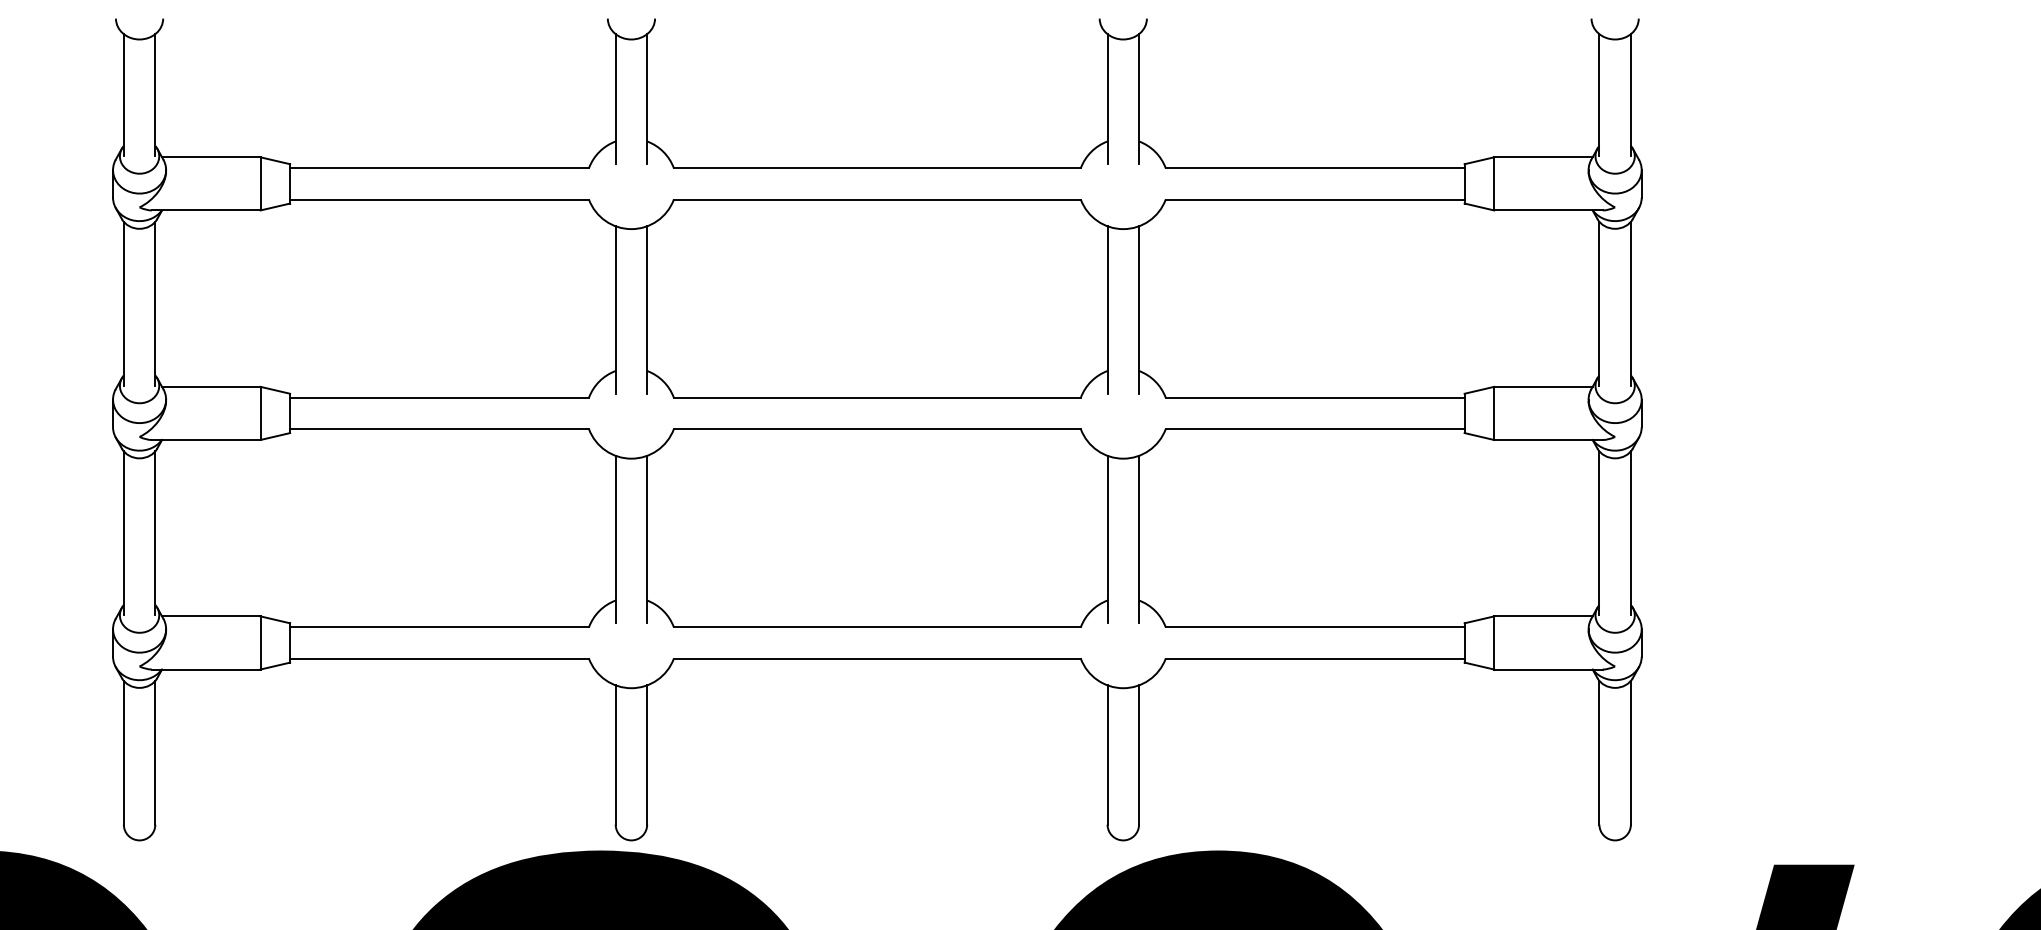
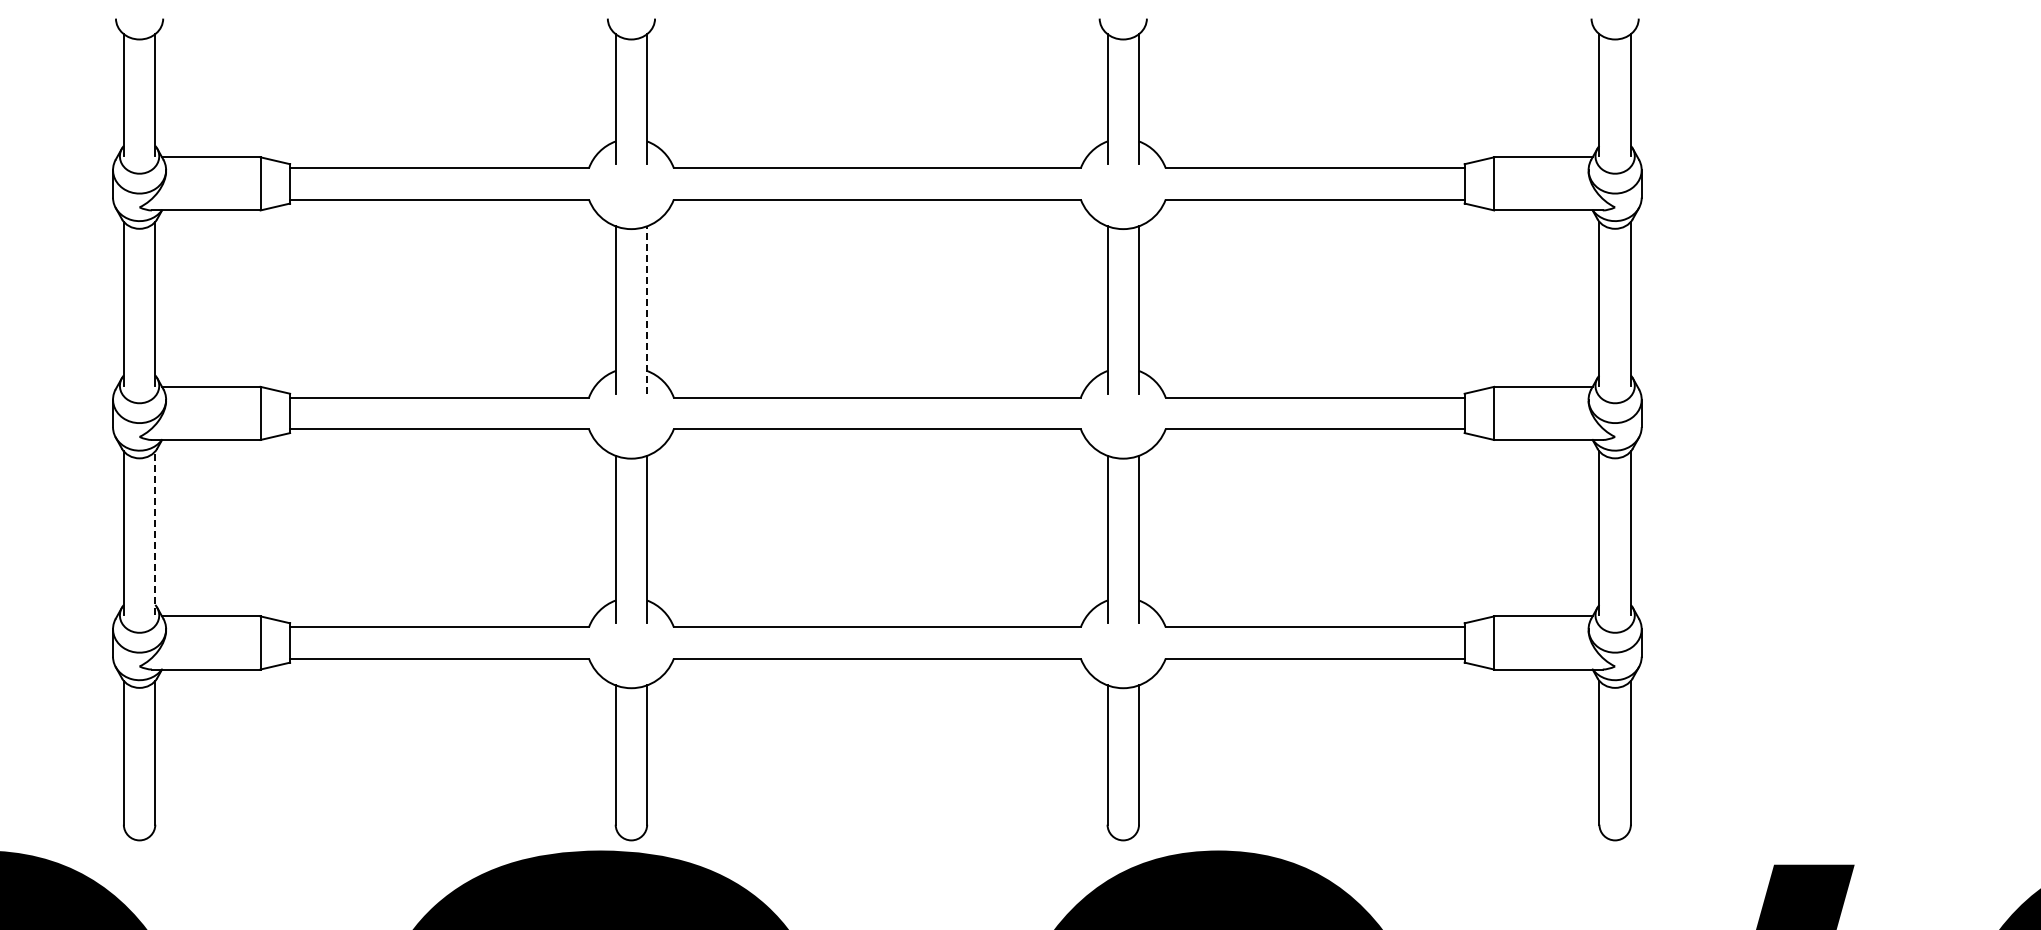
line at (647, 309): solid -> dashed
line at (155, 532): solid -> dashed
